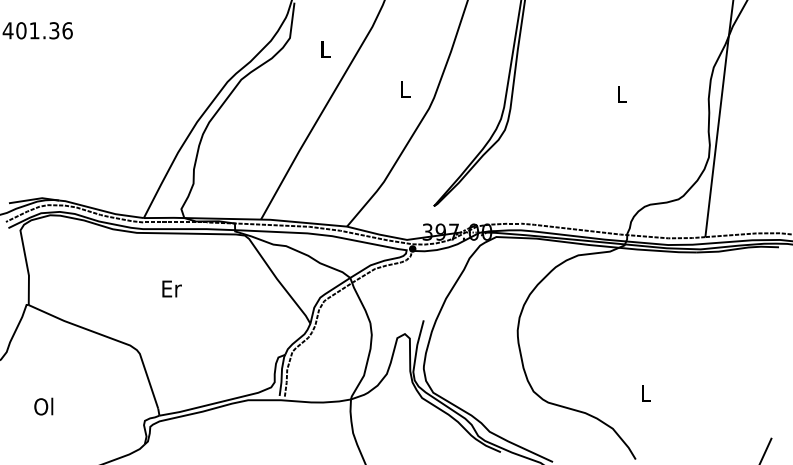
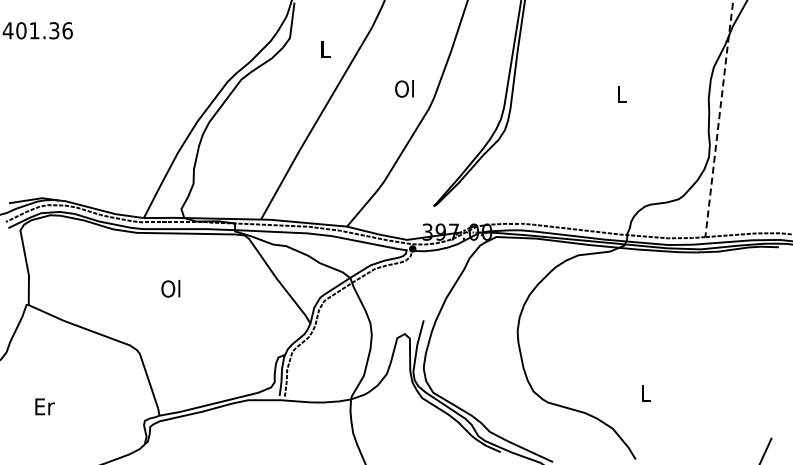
text at (404, 88): L -> Ol
line at (719, 118): solid -> dashed
text at (171, 288): Er -> Ol
text at (44, 406): Ol -> Er
